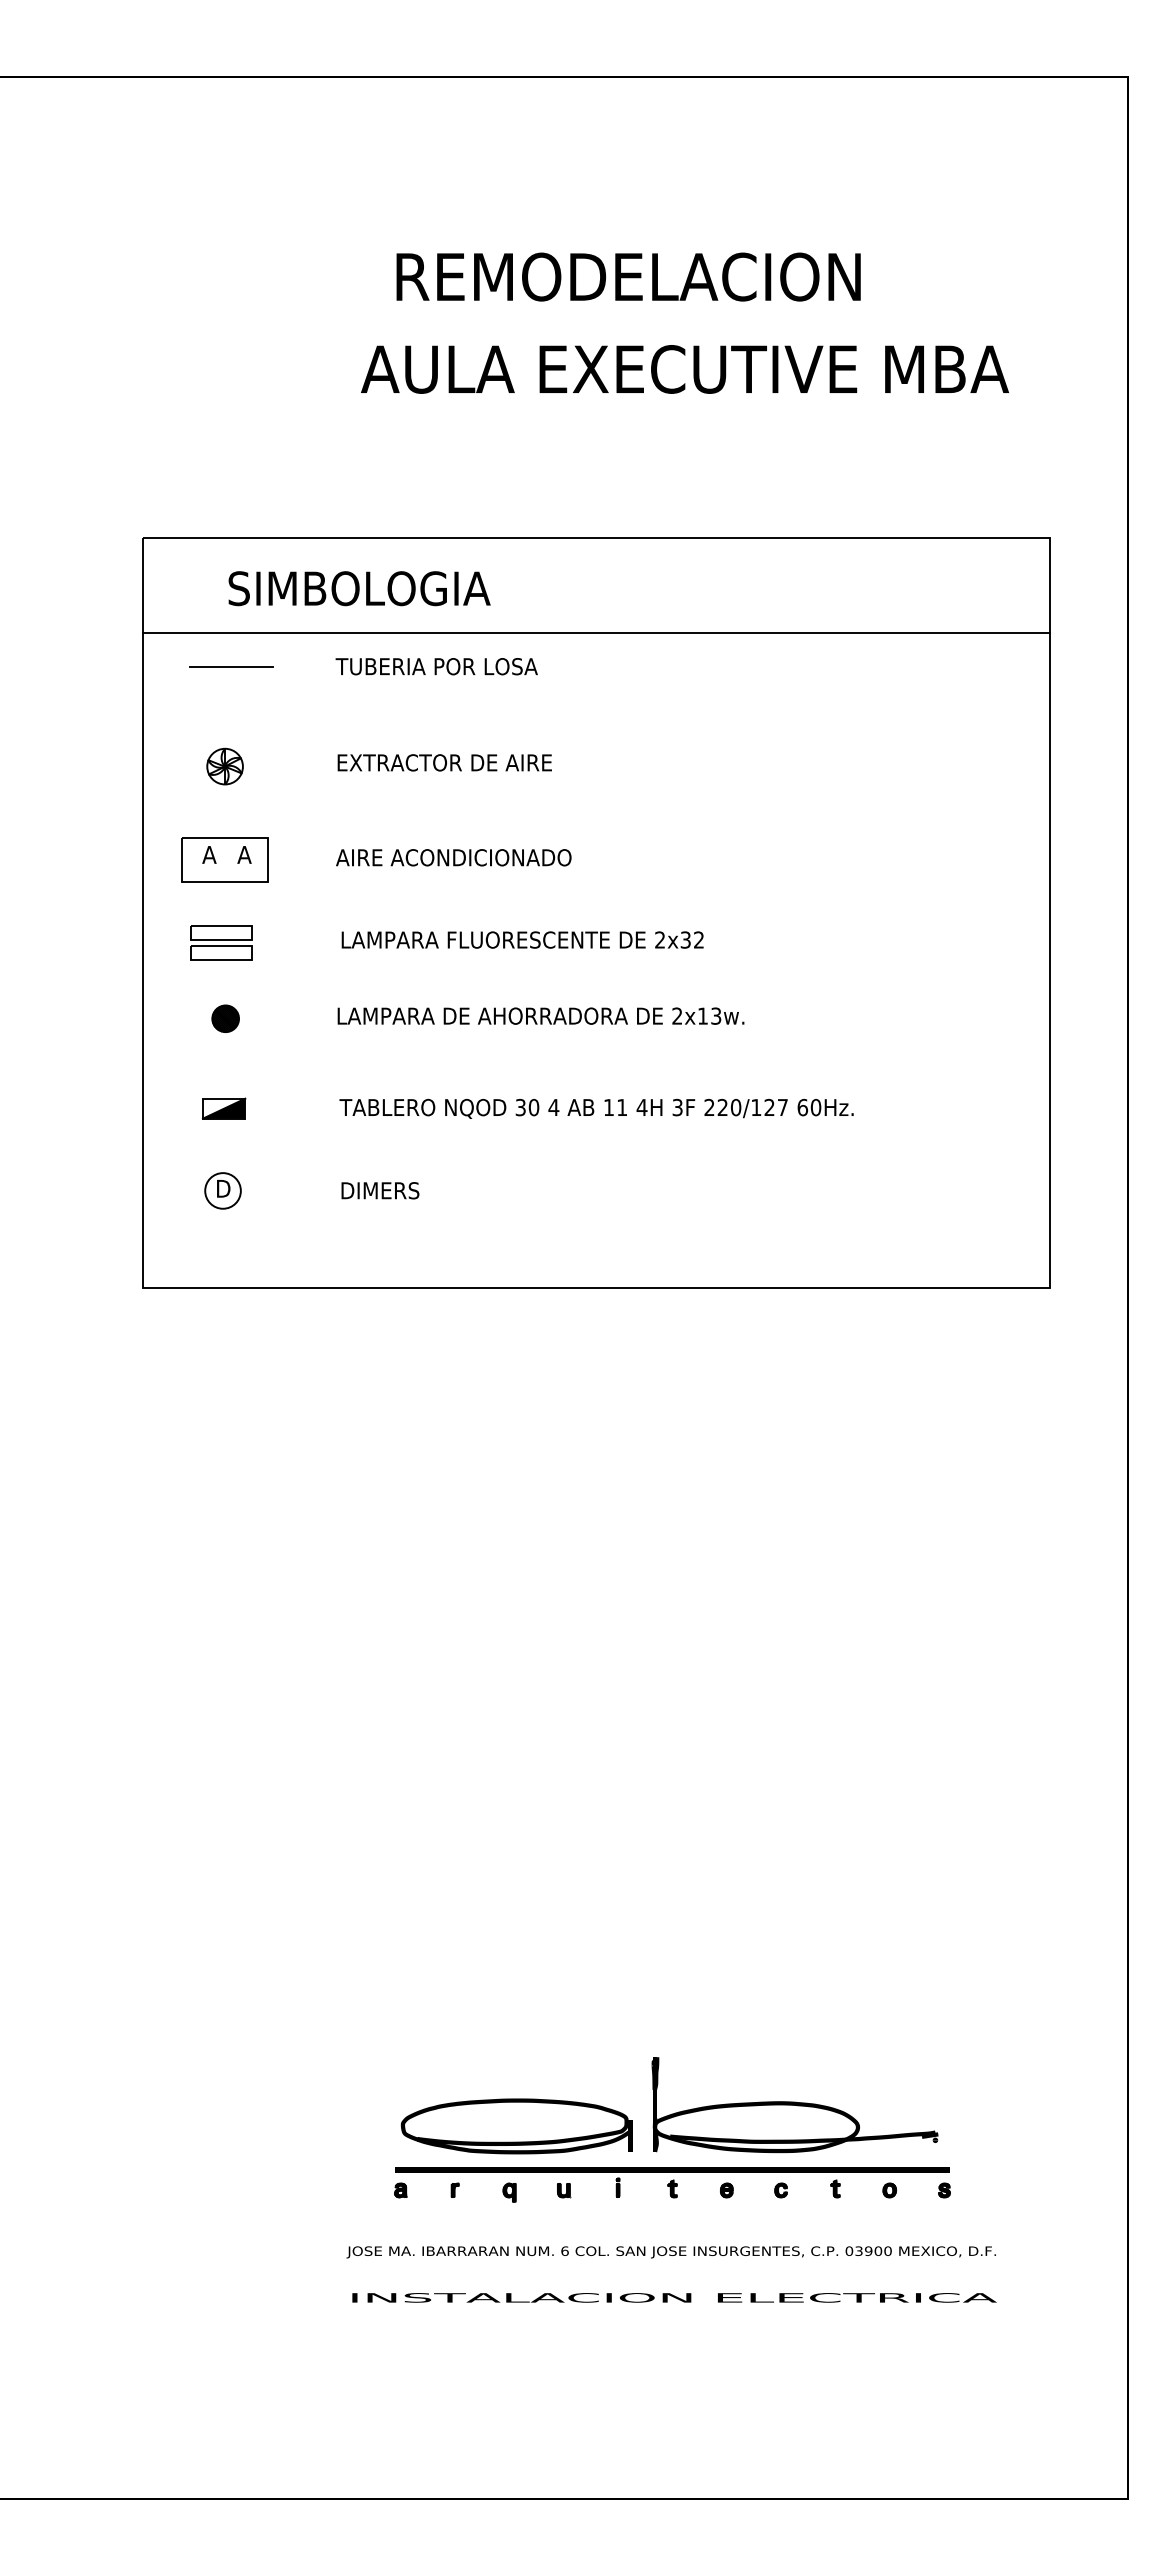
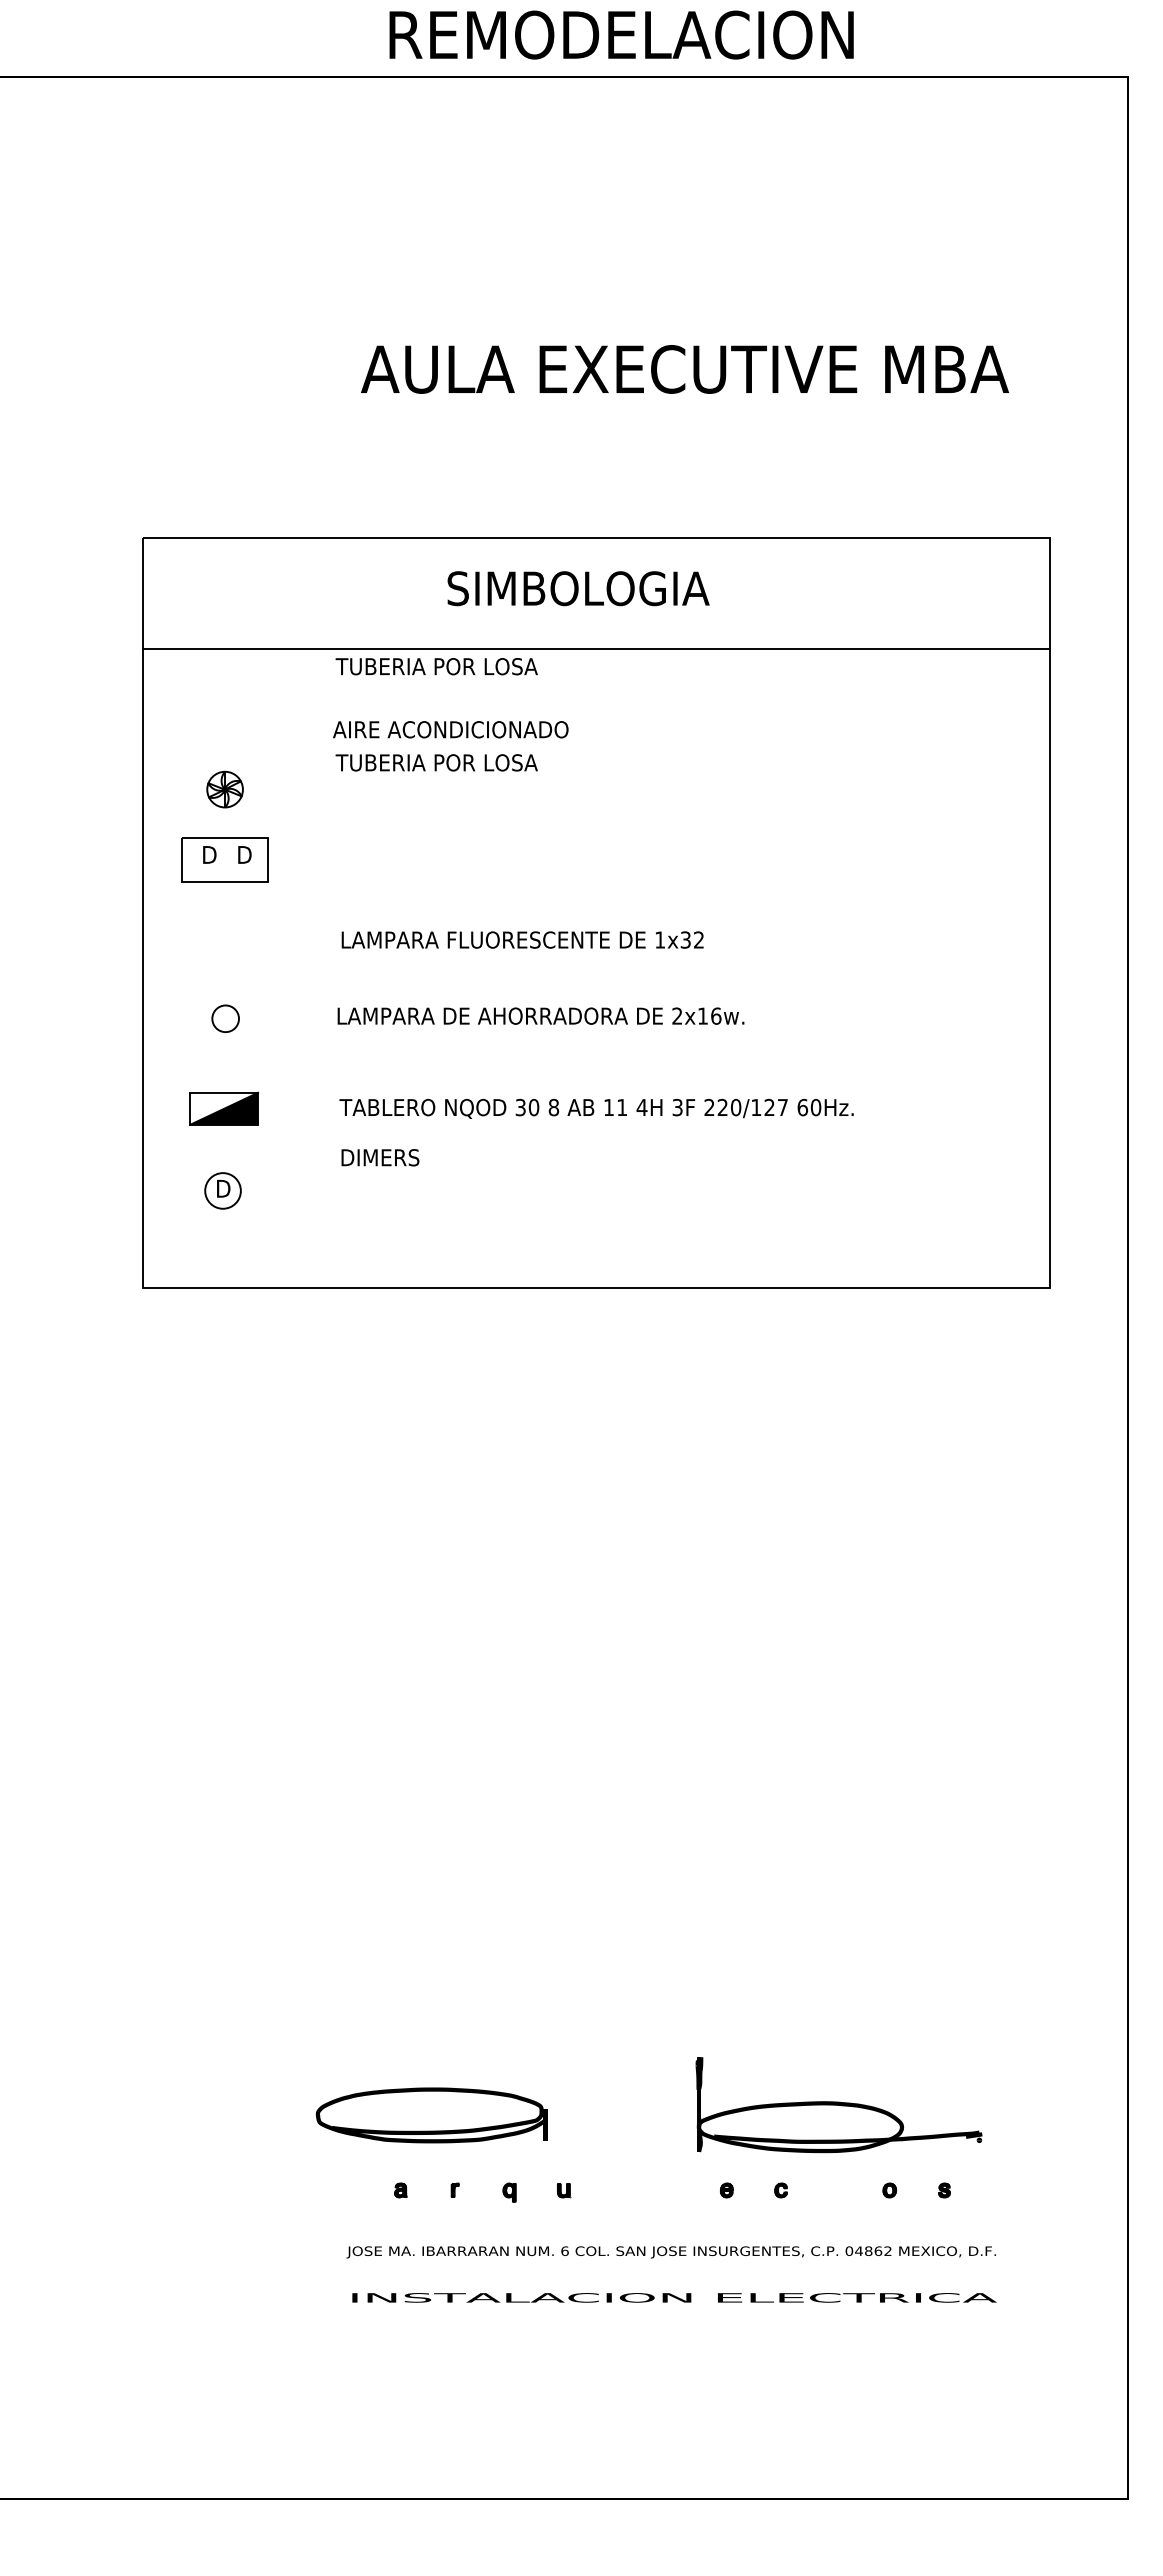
text at (628, 276) position: (628, 276) -> (621, 34)
text at (359, 588) position: (359, 588) -> (578, 588)
line at (595, 633) position: (595, 633) -> (595, 649)
line at (231, 667): present -> none
text at (443, 762): EXTRACTOR DE AIRE -> TUBERIA POR LOSA
part at (224, 766) position: (224, 766) -> (224, 789)
text at (209, 854): A -> D
text at (244, 854): A -> D
text at (453, 857) position: (453, 857) -> (450, 729)
text at (659, 939): 2x32 -> 1x32
part at (221, 942): present -> none
text at (716, 1015): 2x13w. -> 2x16w.
hatch at (225, 1018): present -> none
text at (553, 1107): 4 -> 8
part at (223, 1108) size: 46x23 px -> 70x35 px
text at (380, 1190) position: (380, 1190) -> (380, 1157)
part at (794, 2105) position: (794, 2105) -> (838, 2105)
part at (516, 2126) position: (516, 2126) -> (431, 2115)
part at (672, 2182): present -> none
text at (873, 2251): 03900 -> 04862
